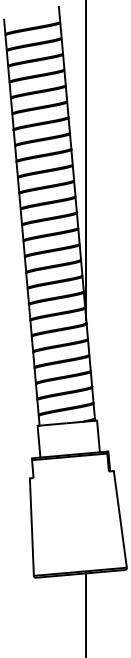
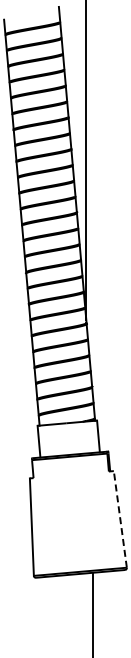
line at (120, 519): solid -> dashed
line at (86, 613) position: (86, 613) -> (93, 613)
